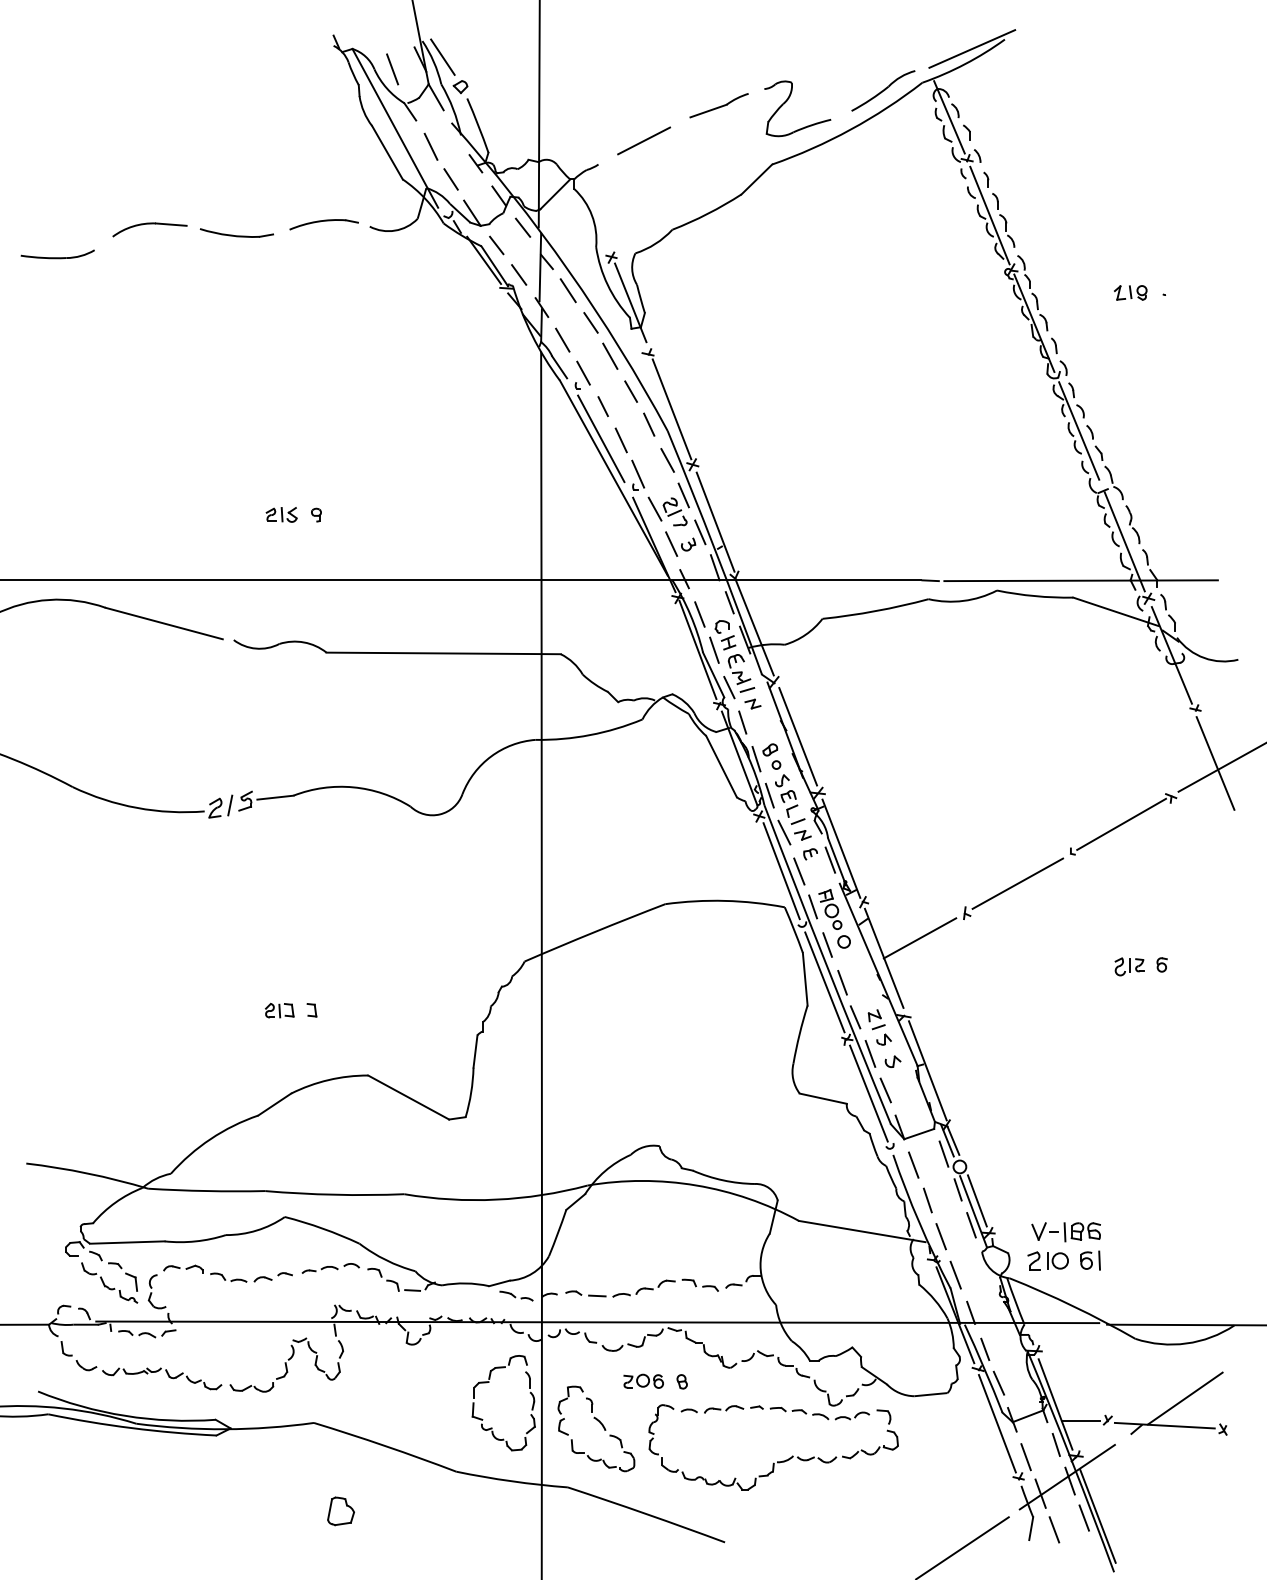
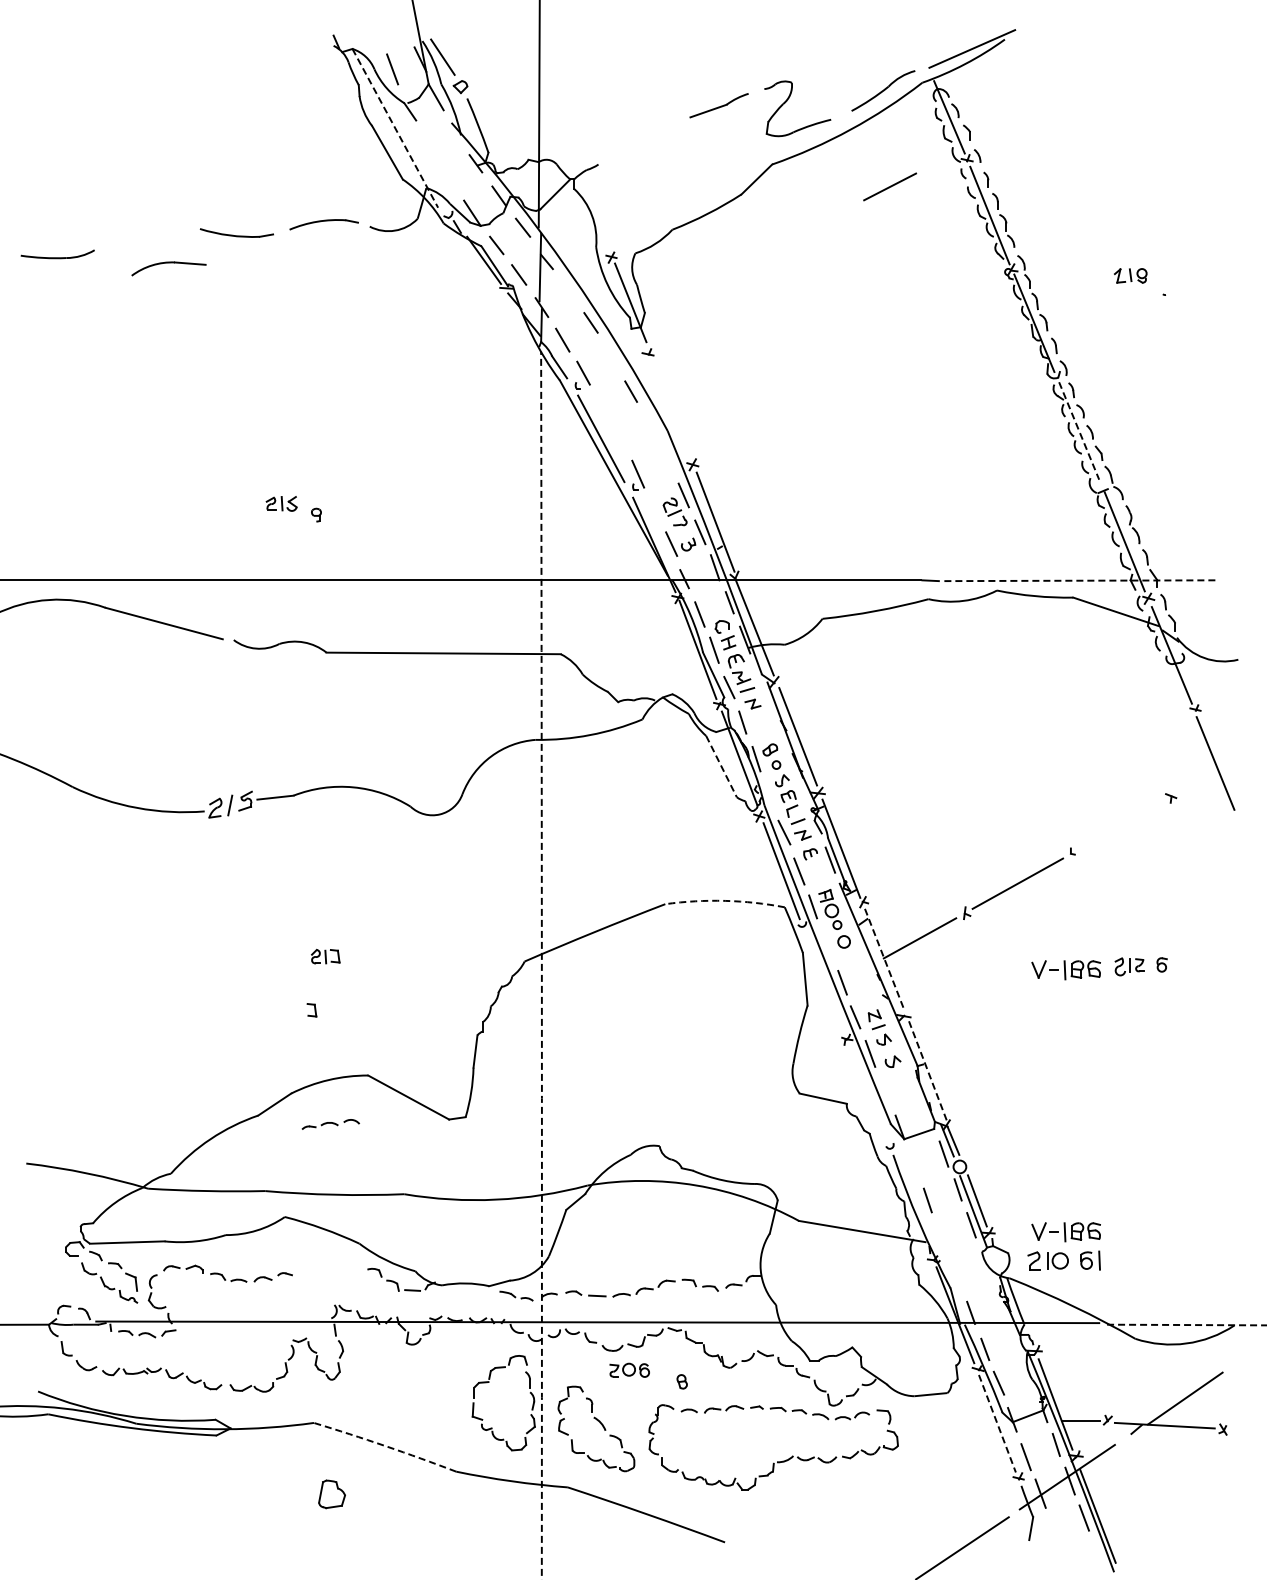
line at (395, 128): solid -> dashed
line at (644, 140) position: (644, 140) -> (890, 186)
line at (430, 146): present -> none
line at (450, 179): present -> none
part at (149, 229) position: (149, 229) -> (168, 268)
line at (567, 290): present -> none
part at (1130, 292) position: (1130, 292) -> (1130, 275)
line at (610, 355): present -> none
line at (602, 406): present -> none
line at (671, 409): present -> none
line at (649, 424): present -> none
line at (1079, 430): solid -> dashed
line at (620, 440): present -> none
line at (667, 460): present -> none
line at (654, 508): present -> none
part at (281, 514) position: (281, 514) -> (281, 503)
line at (1081, 580): solid -> dashed
line at (721, 767): solid -> dashed
line at (1220, 767): present -> none
line at (769, 795): present -> none
line at (1121, 823): present -> none
arc at (725, 900): solid -> dashed
line at (827, 944): present -> none
line at (884, 958): solid -> dashed
arc at (541, 965): solid -> dashed
part at (1065, 970): none -> present
line at (824, 982): present -> none
part at (279, 1010) position: (279, 1010) -> (325, 956)
line at (927, 1070): solid -> dashed
line at (885, 1090): present -> none
line at (868, 1093): present -> none
line at (913, 1164): present -> none
line at (940, 1236): present -> none
part at (330, 1268) position: (330, 1268) -> (330, 1124)
line at (955, 1274): present -> none
line at (1187, 1325): solid -> dashed
part at (643, 1380) position: (643, 1380) -> (629, 1369)
line at (997, 1424): solid -> dashed
arc at (385, 1446): solid -> dashed
part at (340, 1511) position: (340, 1511) -> (331, 1494)
line at (1054, 1529): present -> none
